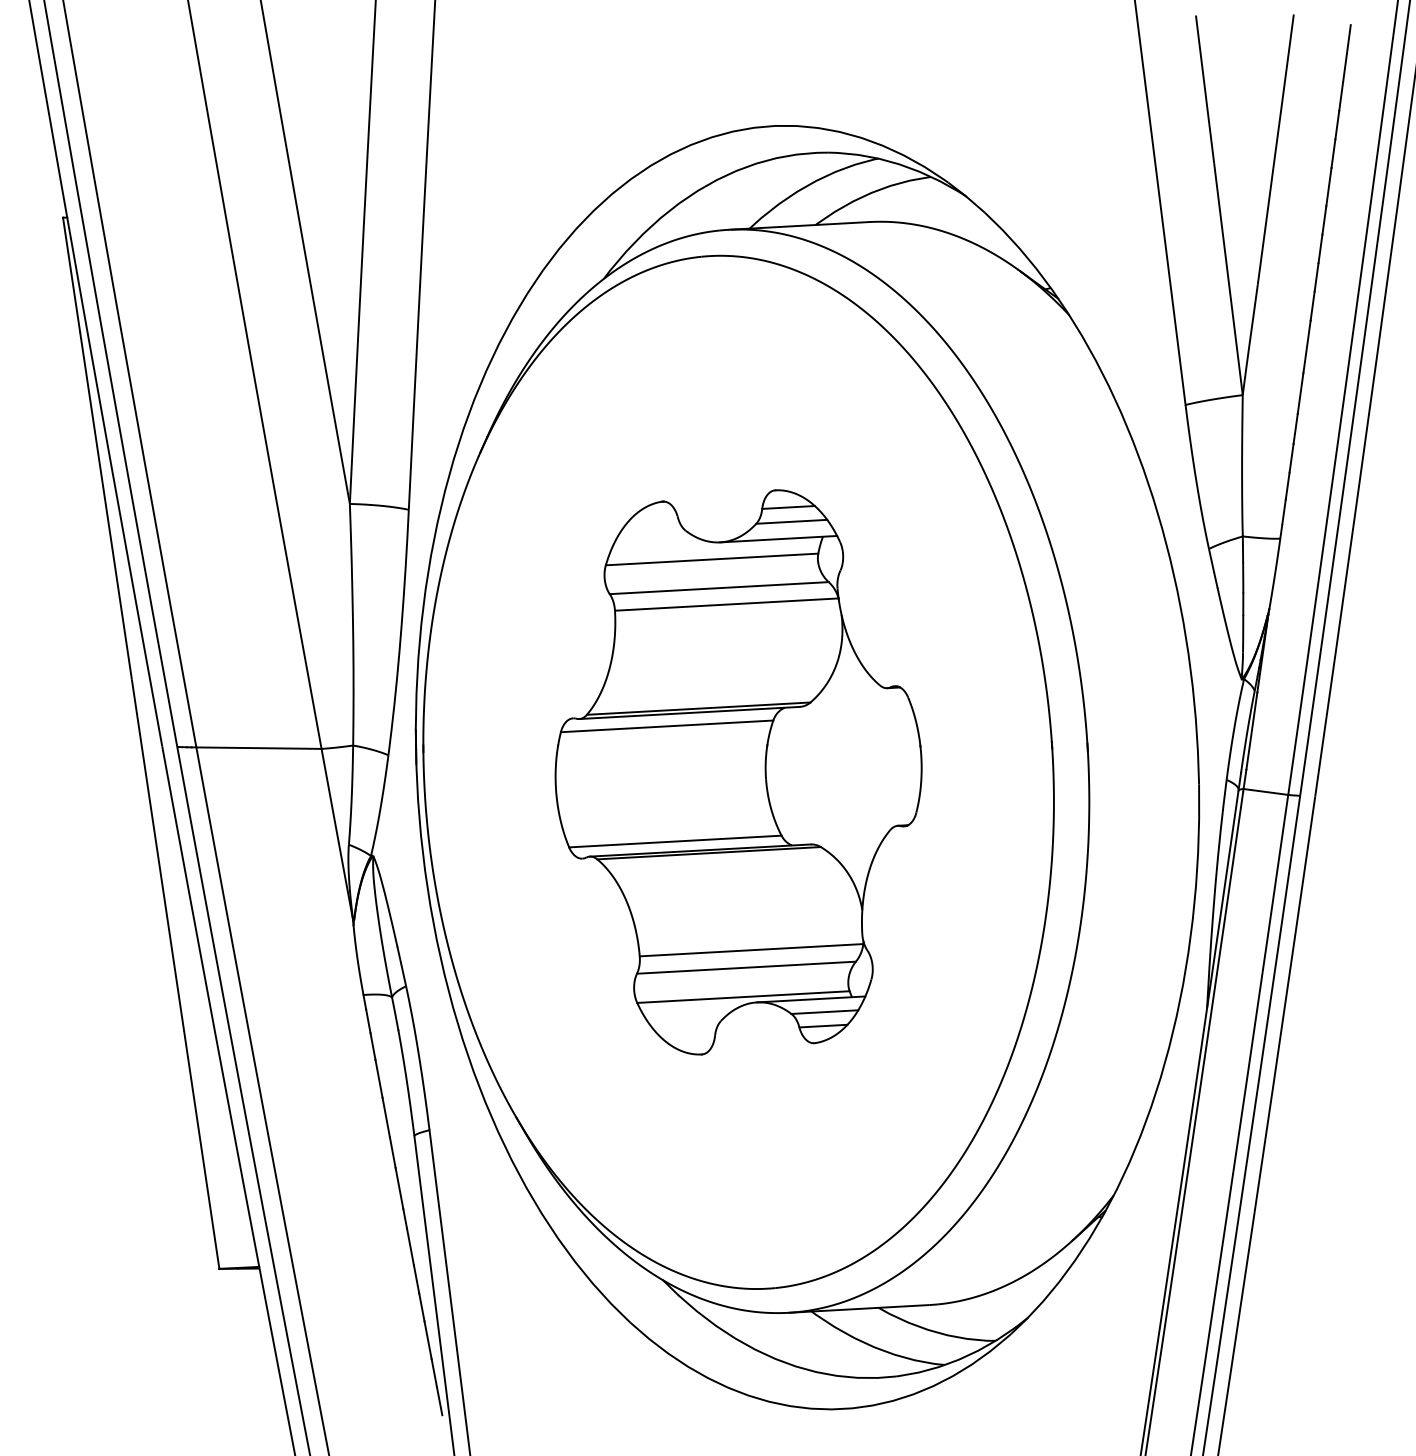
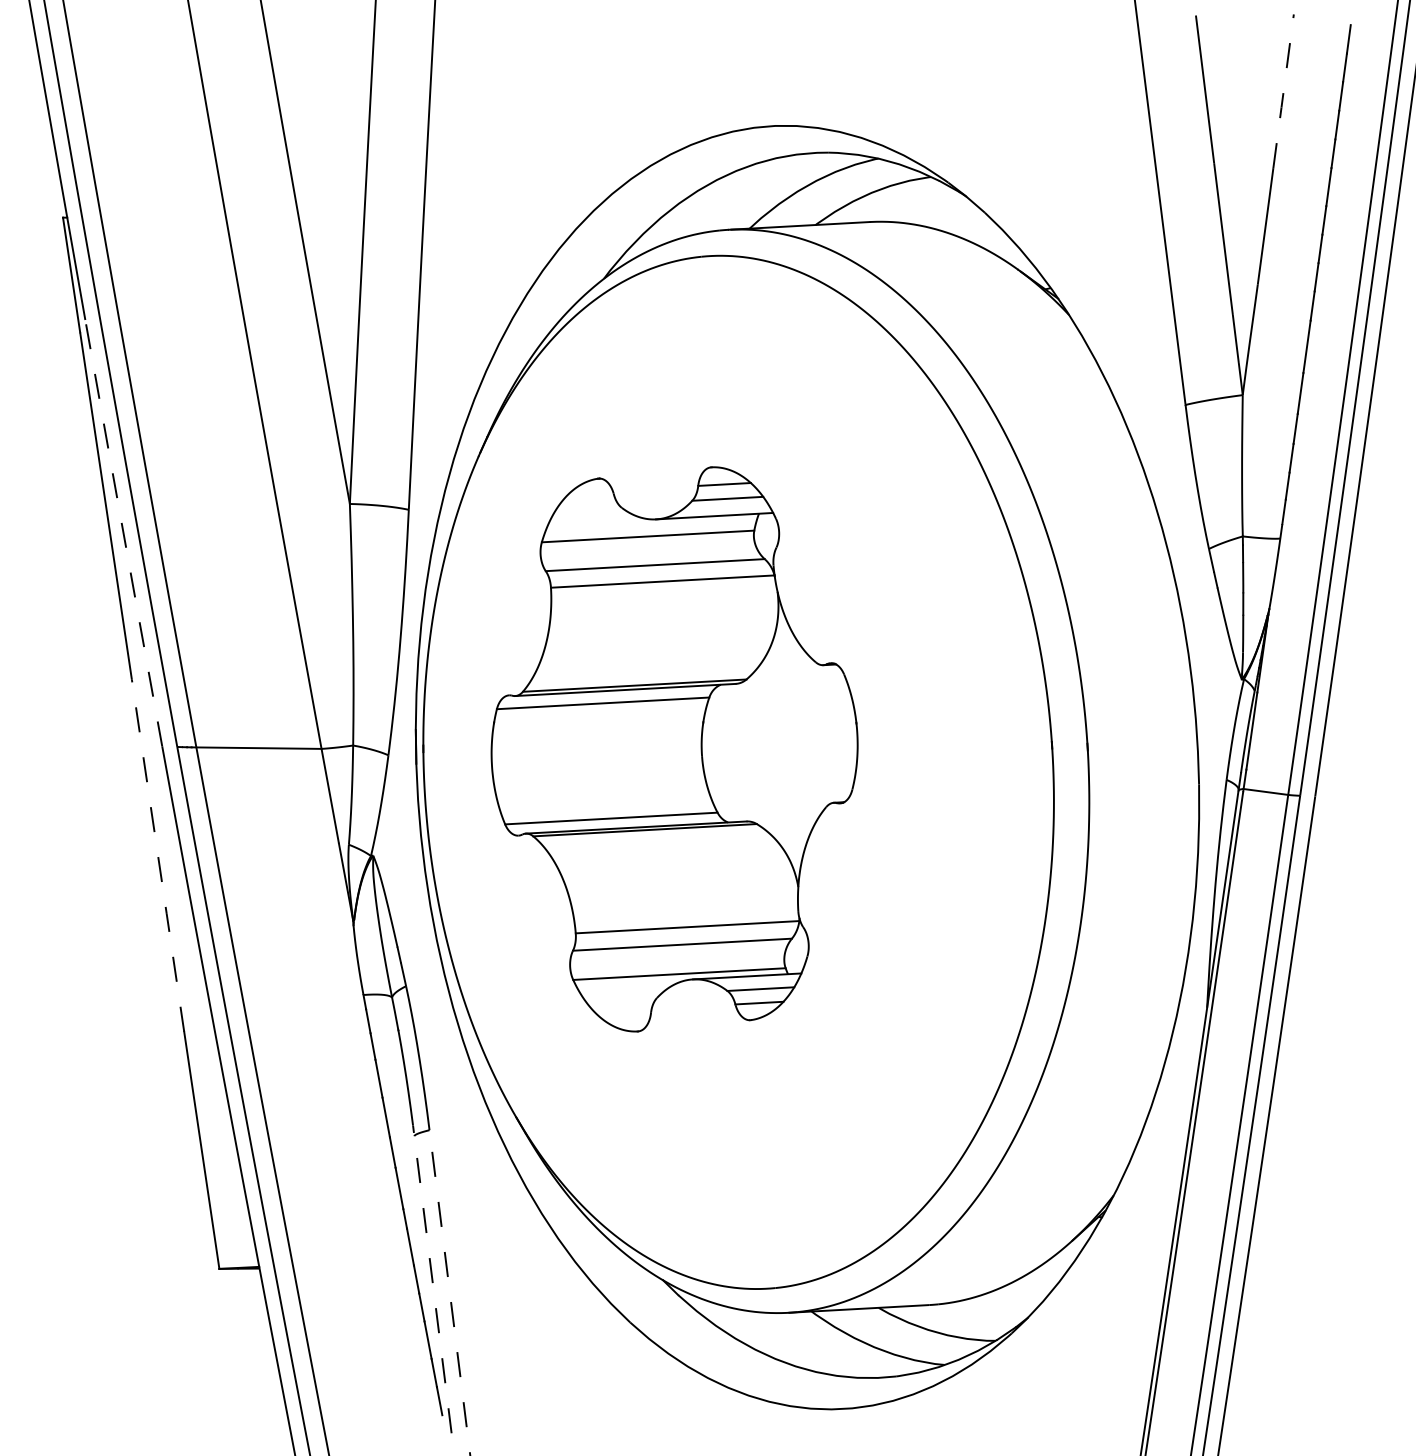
line at (1283, 91): solid -> dashed
line at (123, 532): solid -> dashed
part at (738, 772) position: (738, 772) -> (674, 749)
line at (158, 856): solid -> dashed
line at (433, 1290): solid -> dashed
line at (449, 1292): solid -> dashed
